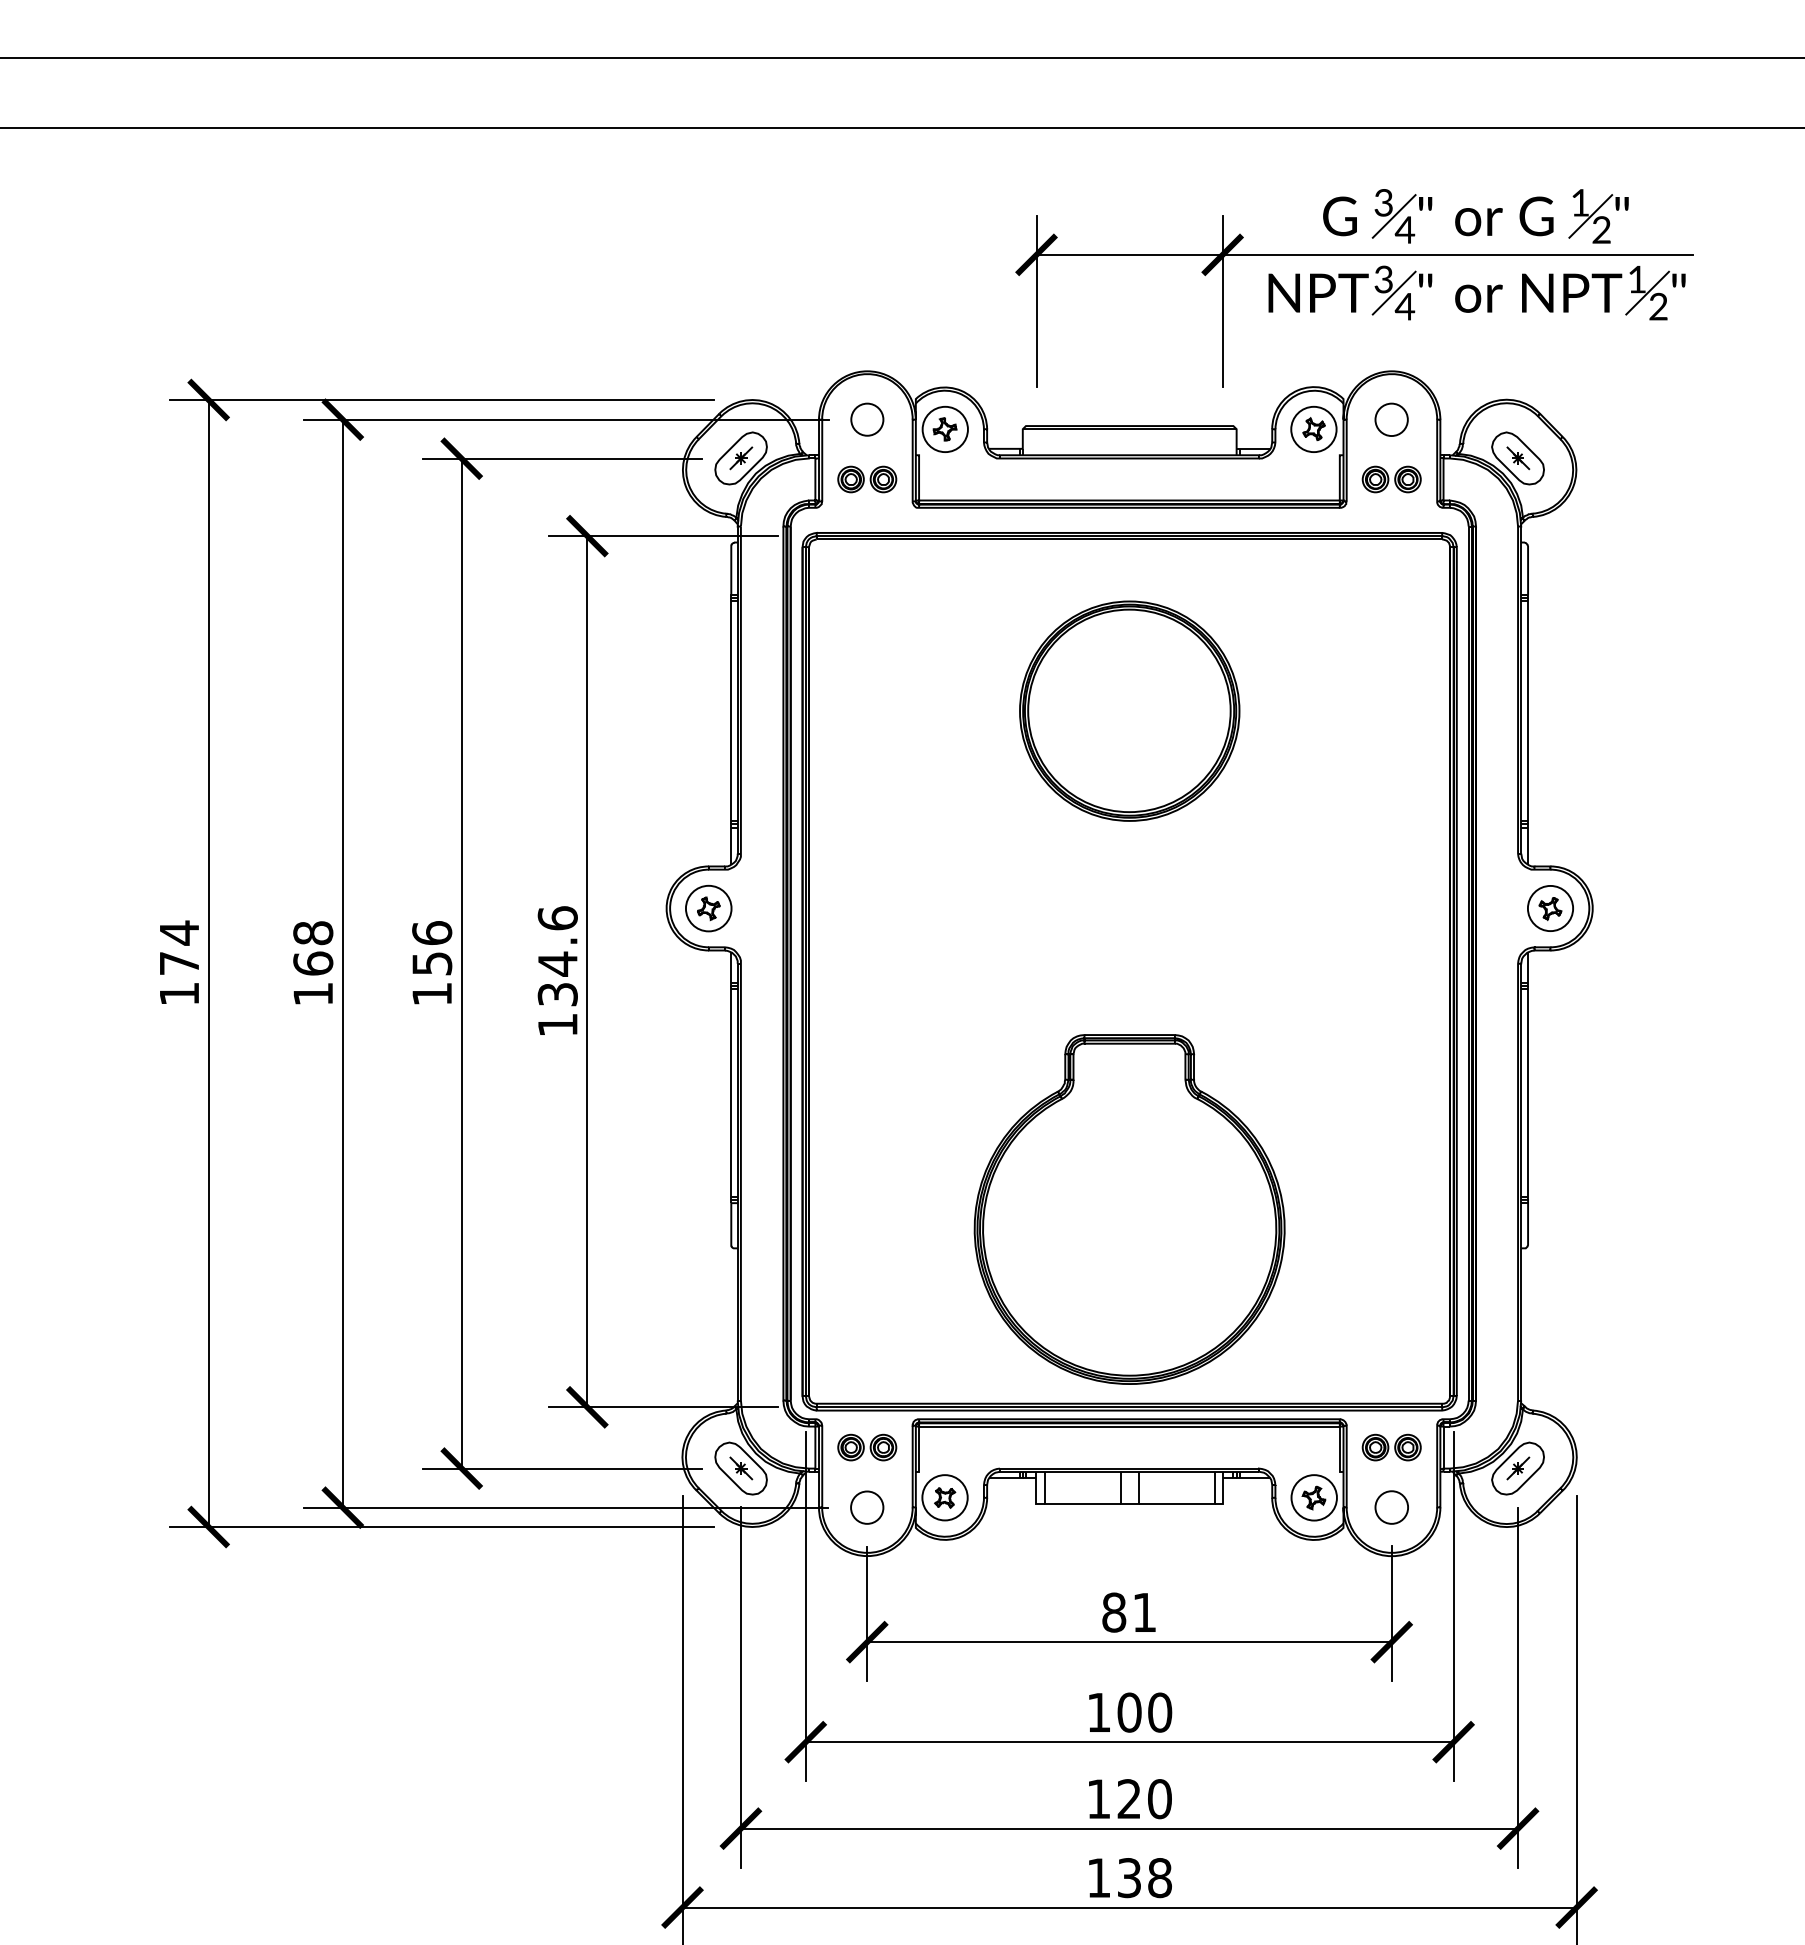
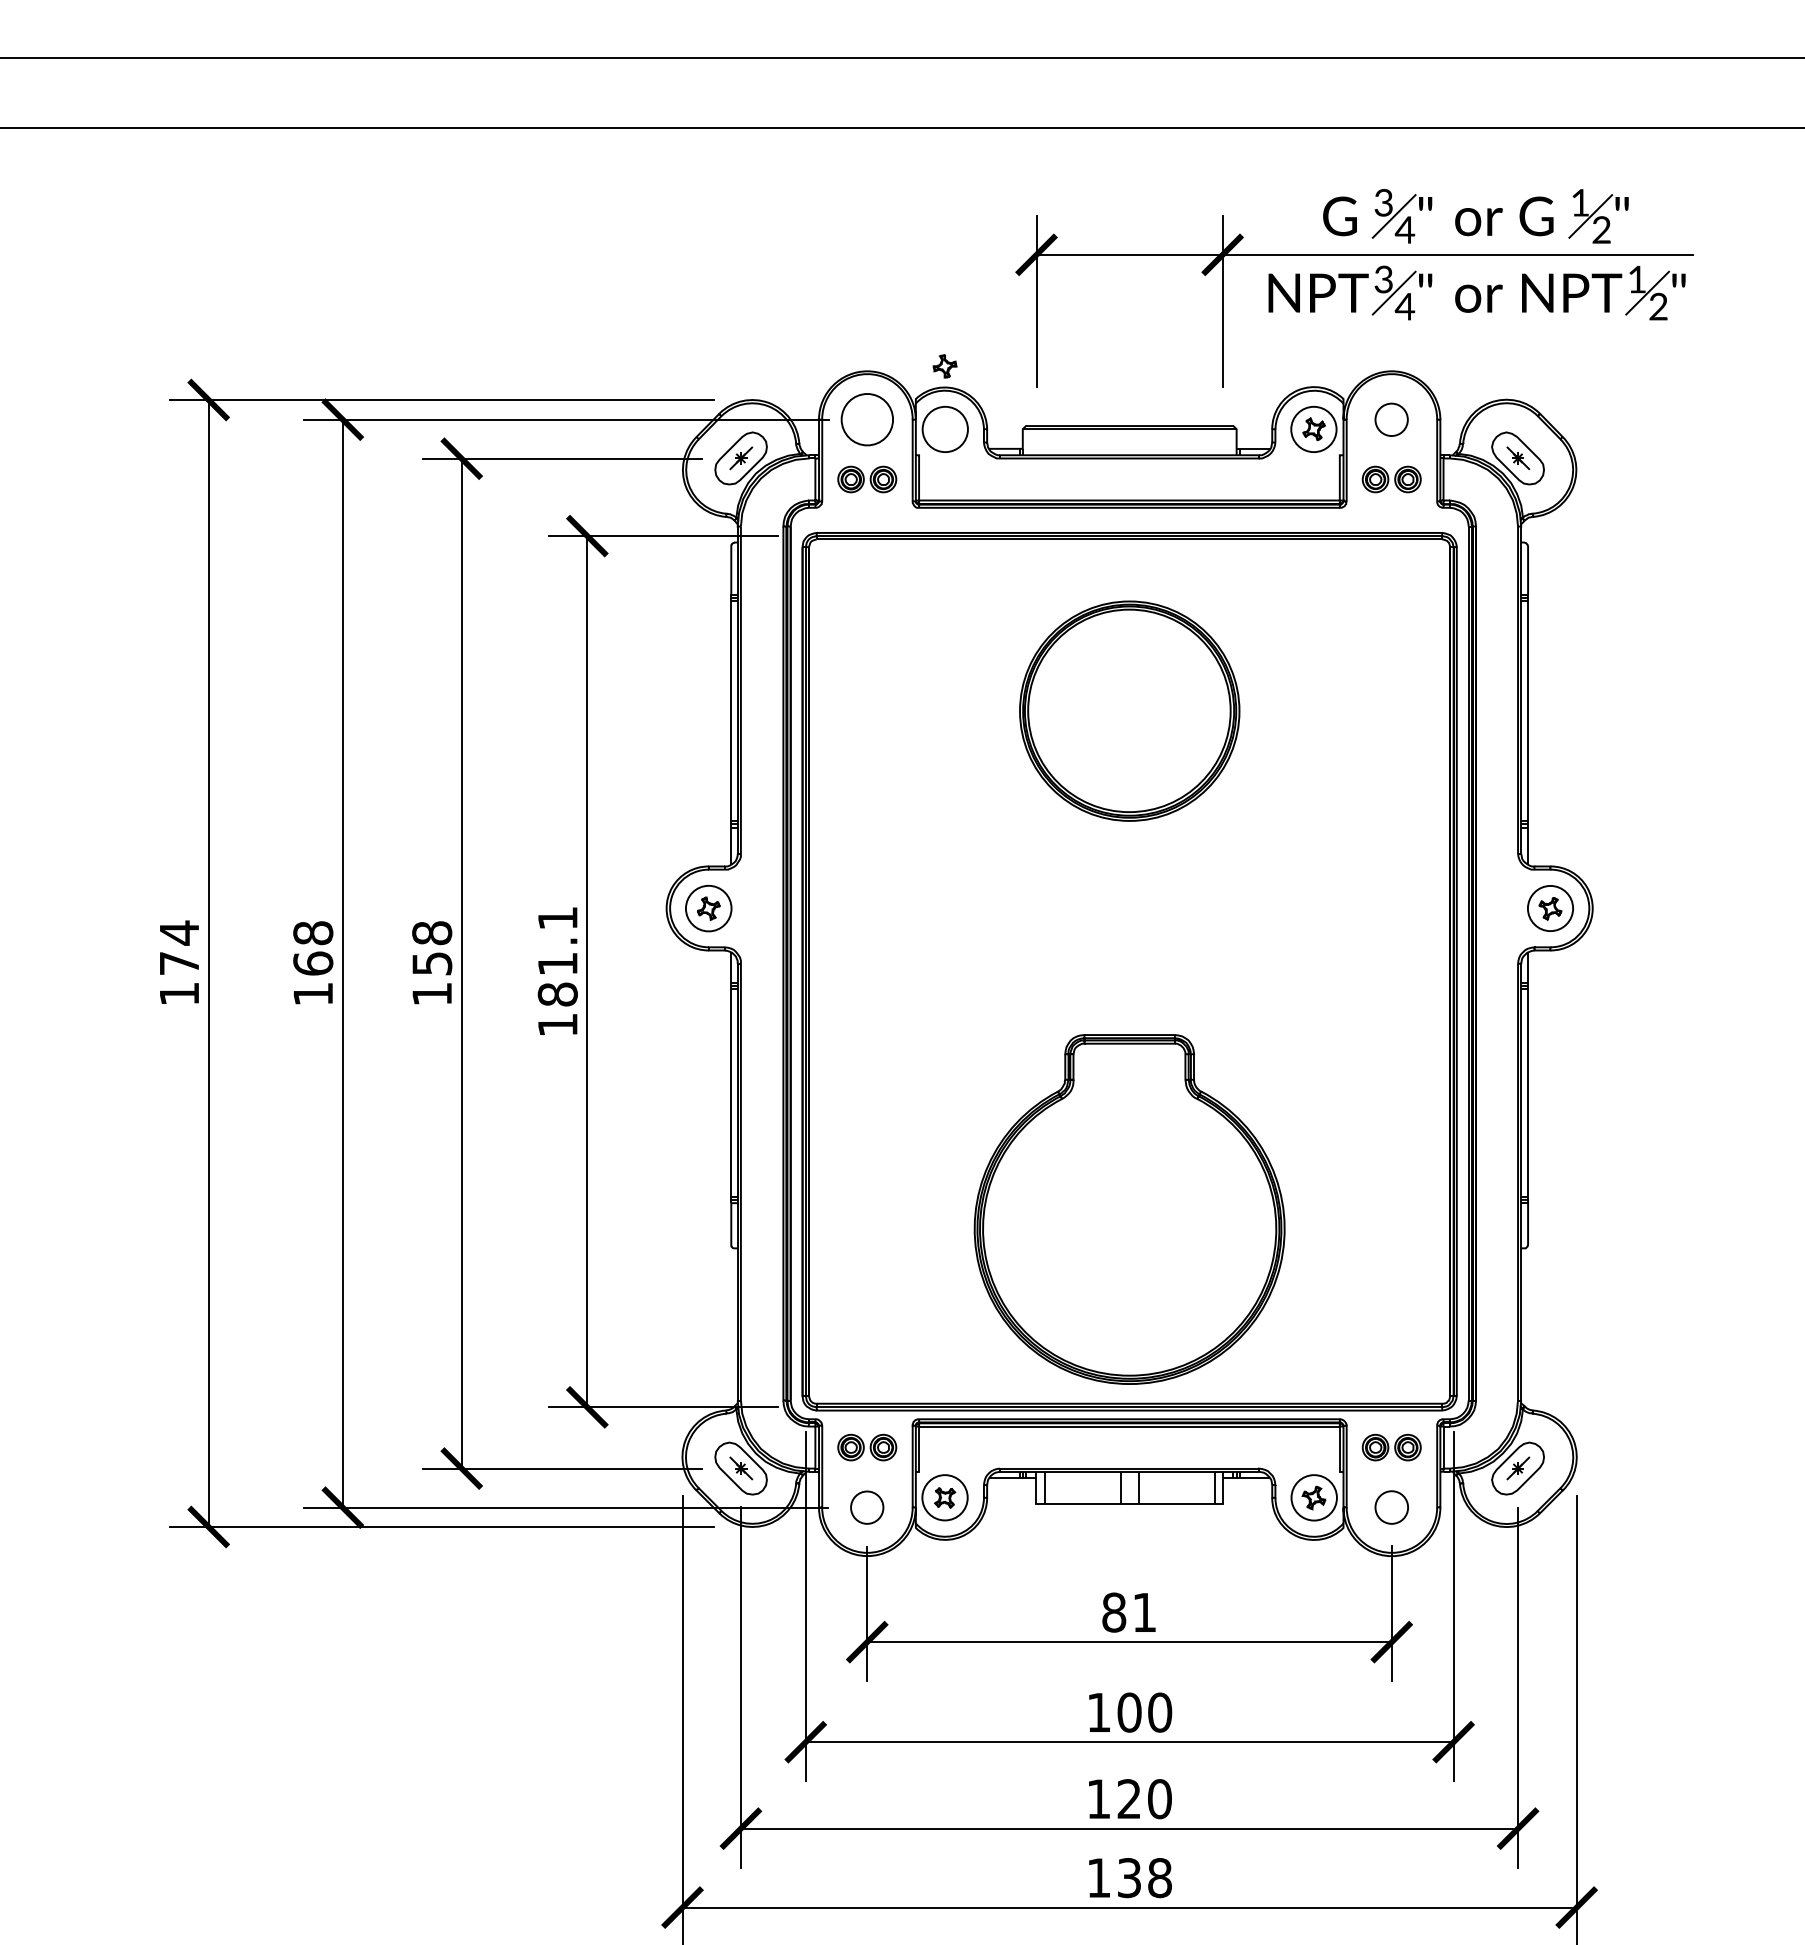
circle at (867, 419) diameter: 32 px -> 51 px
part at (944, 429) position: (944, 429) -> (944, 366)
text at (432, 933): 156 -> 158
text at (557, 956): 134.6 -> 181.1
